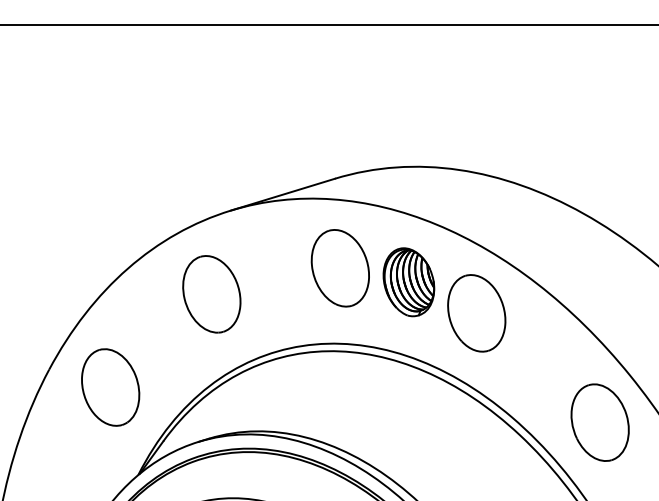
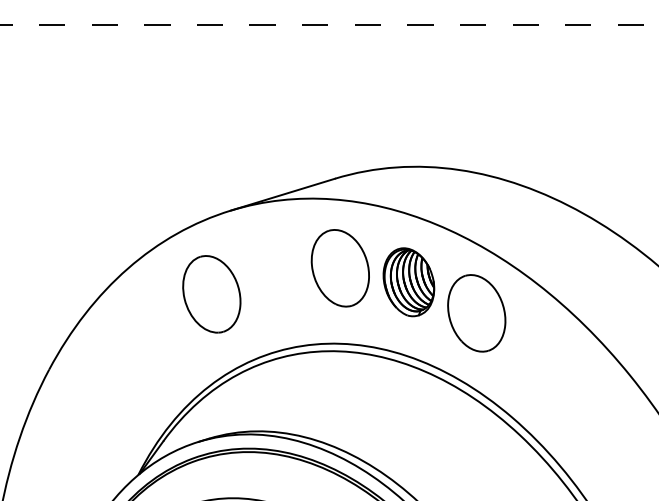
line at (329, 25): solid -> dashed
part at (110, 387): present -> none
part at (599, 422): present -> none
